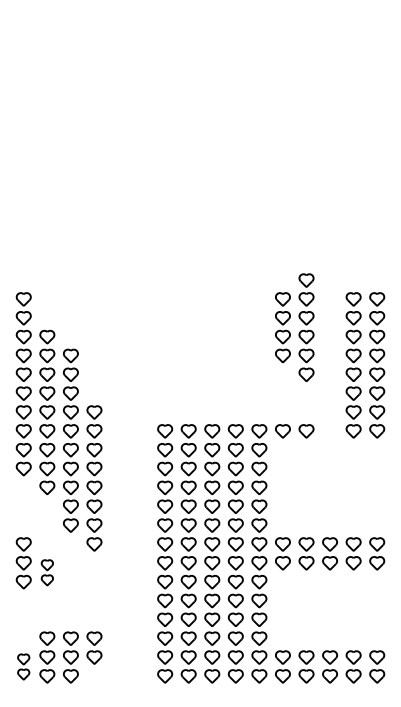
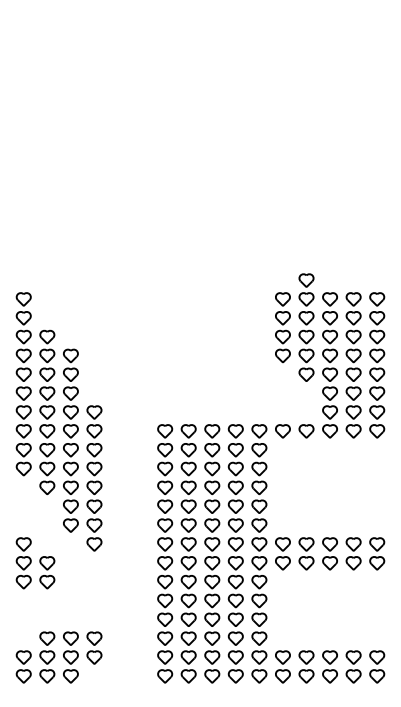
part at (329, 365): none -> present
part at (46, 572) size: 14x28 px -> 17x34 px
part at (23, 666) size: 14x28 px -> 17x34 px
